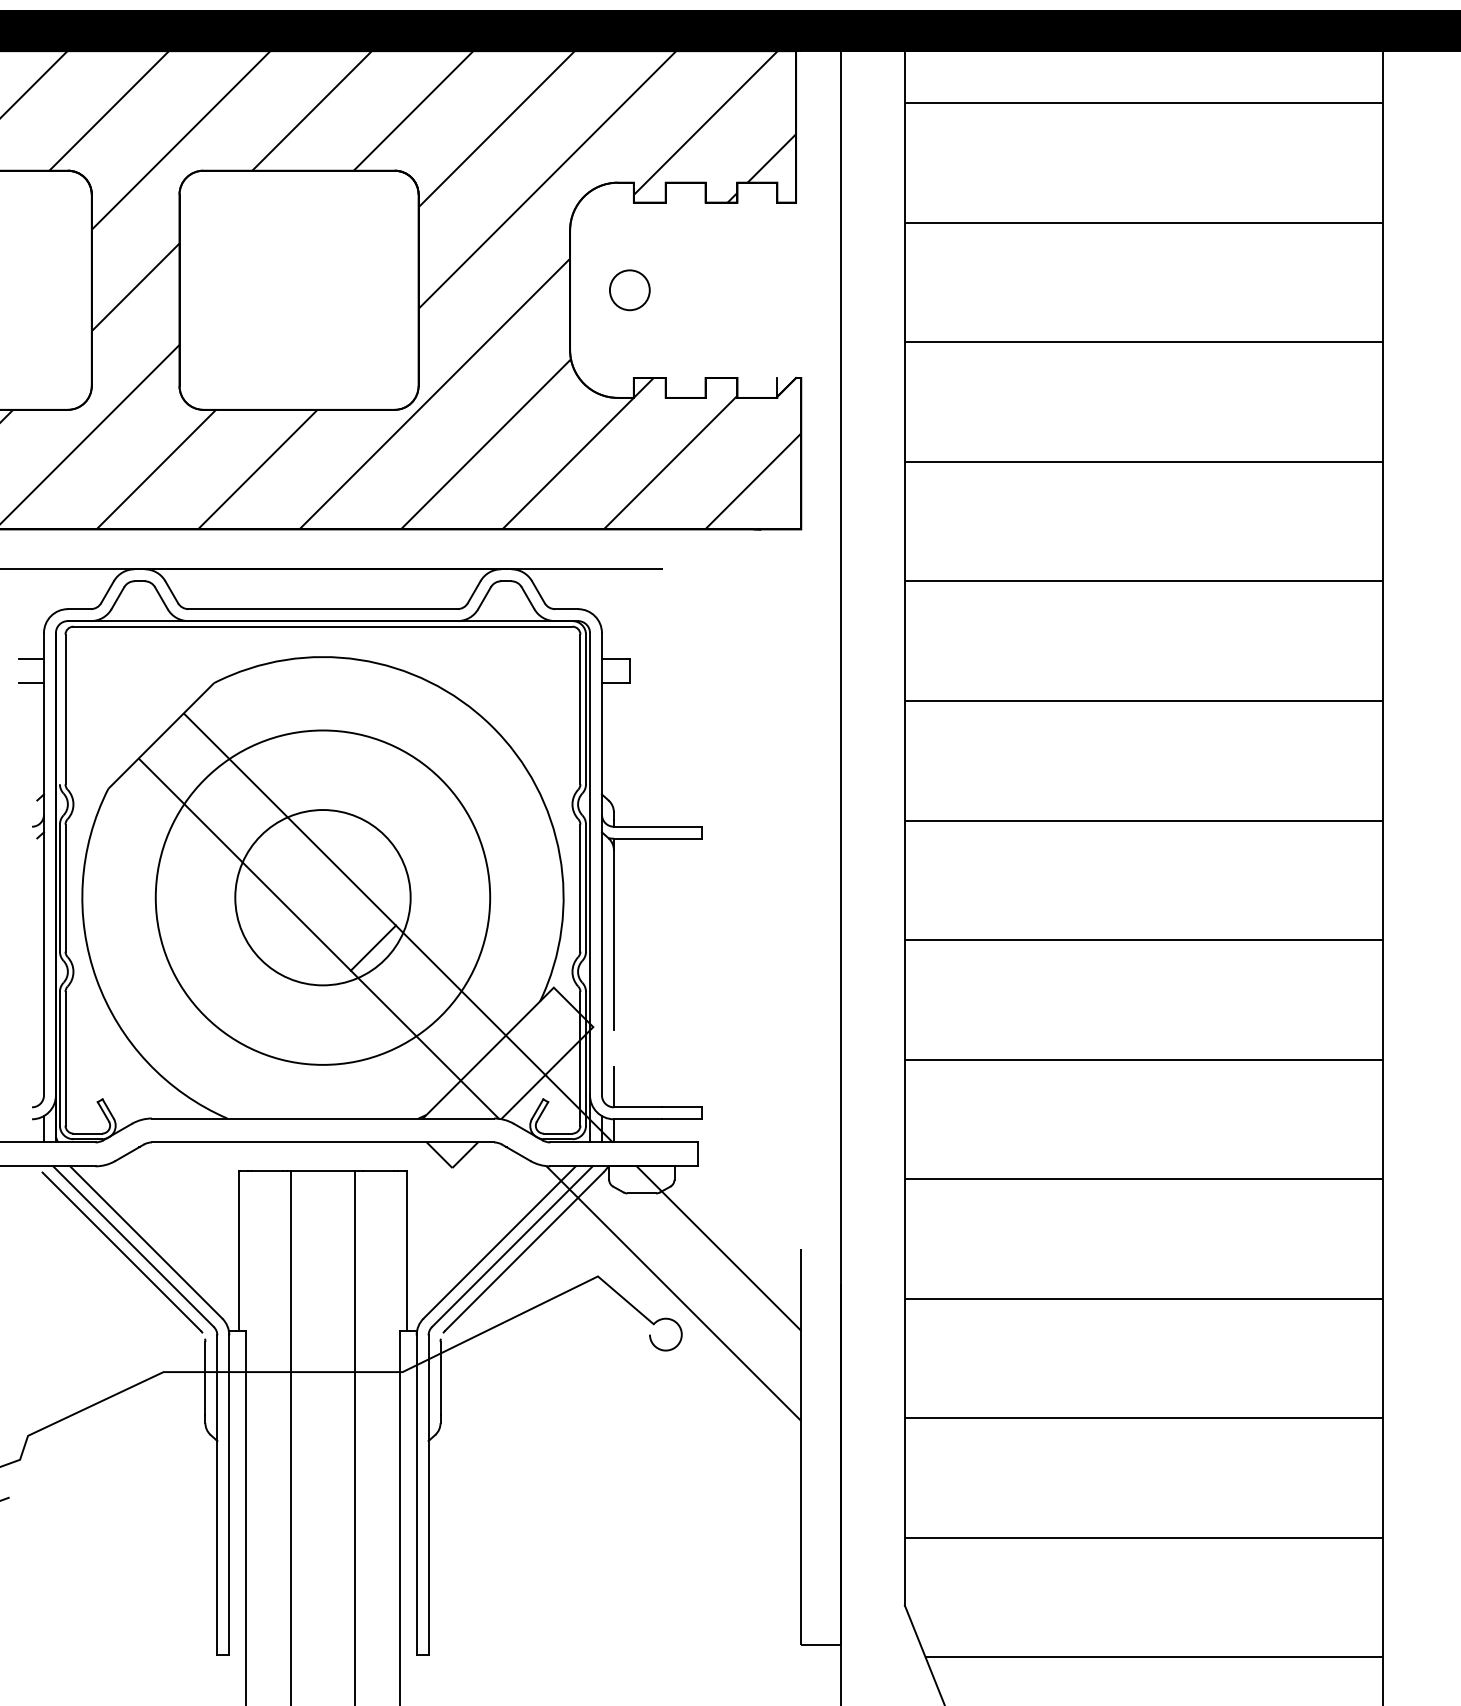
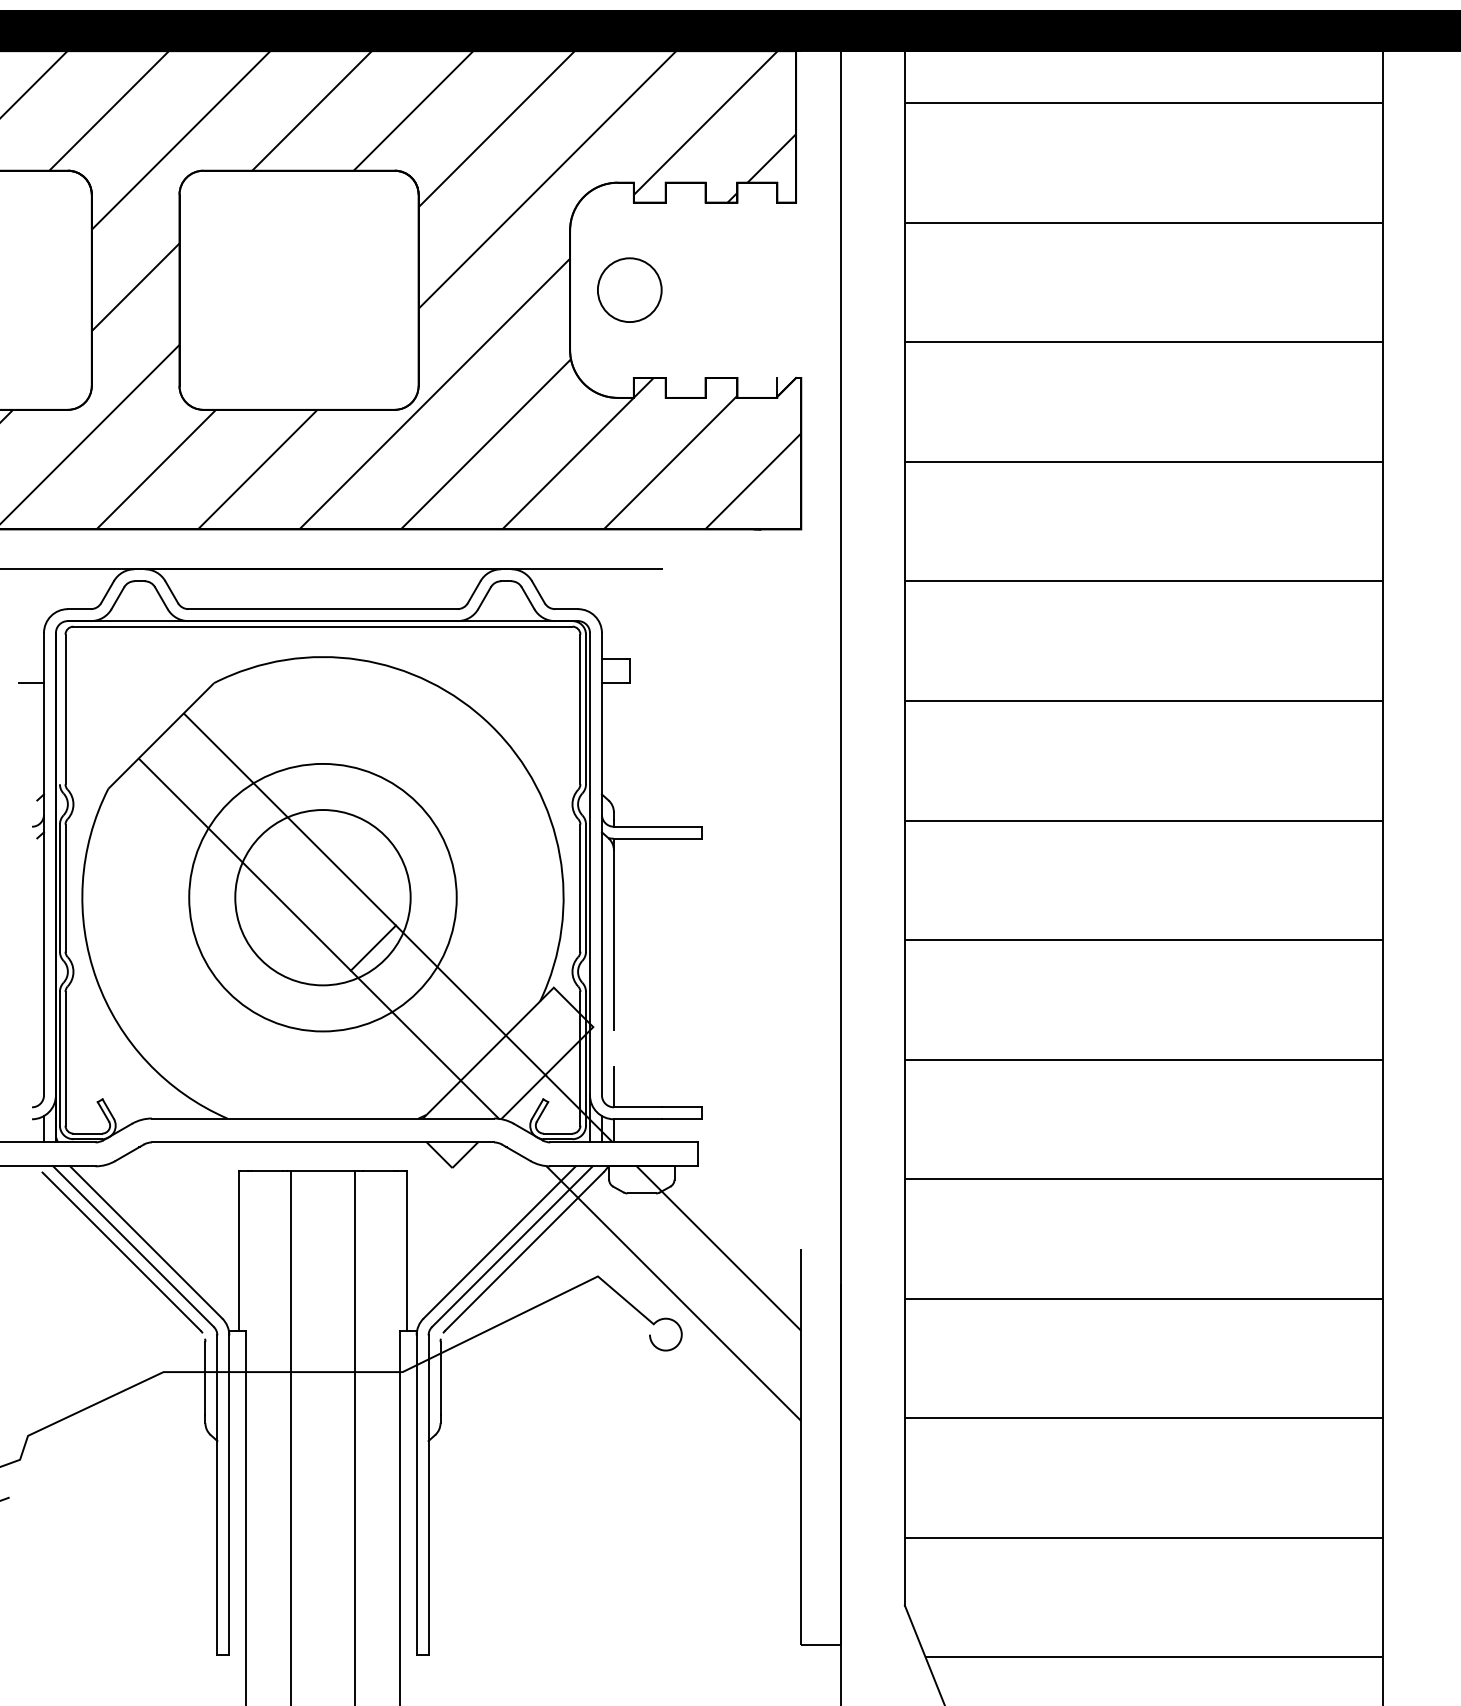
circle at (629, 290) size: 42x43 px -> 66x66 px
line at (31, 659): present -> none
circle at (322, 897) diameter: 334 px -> 268 px
